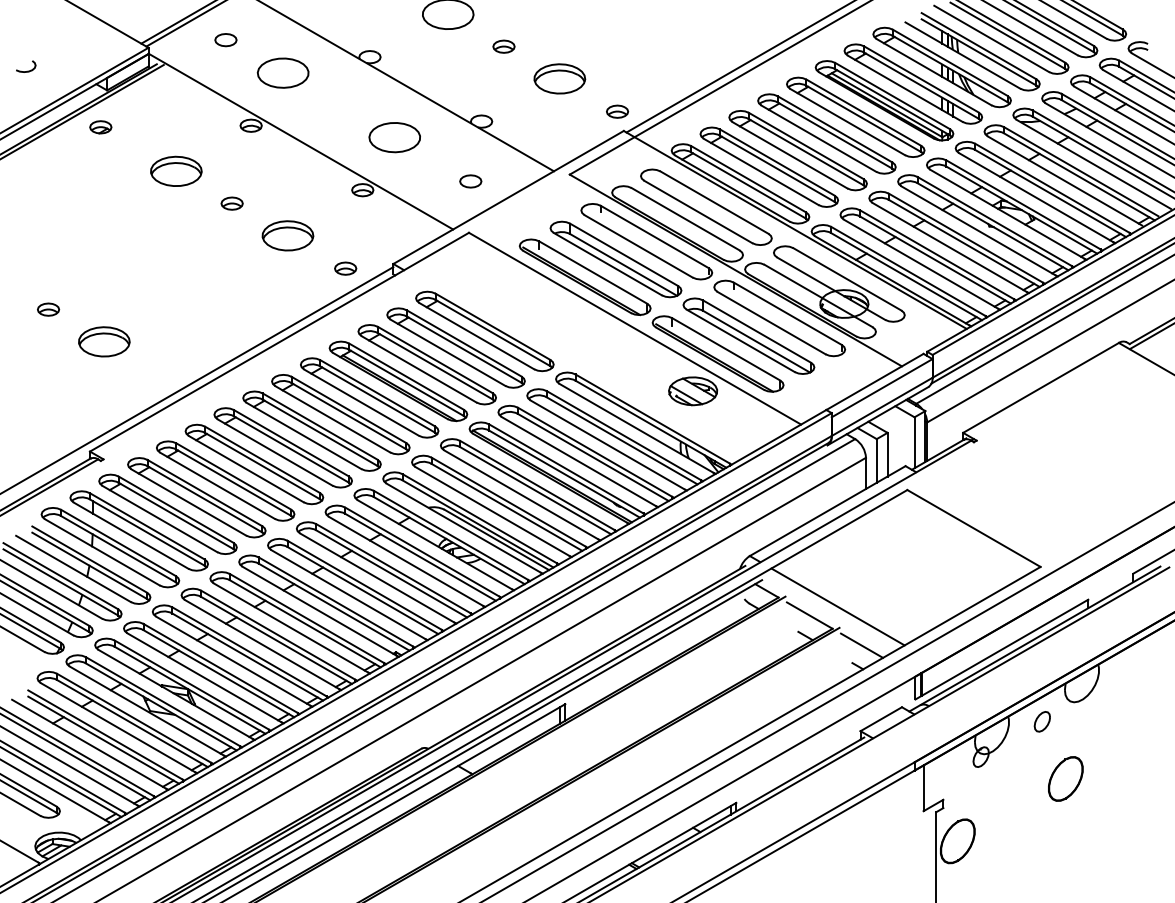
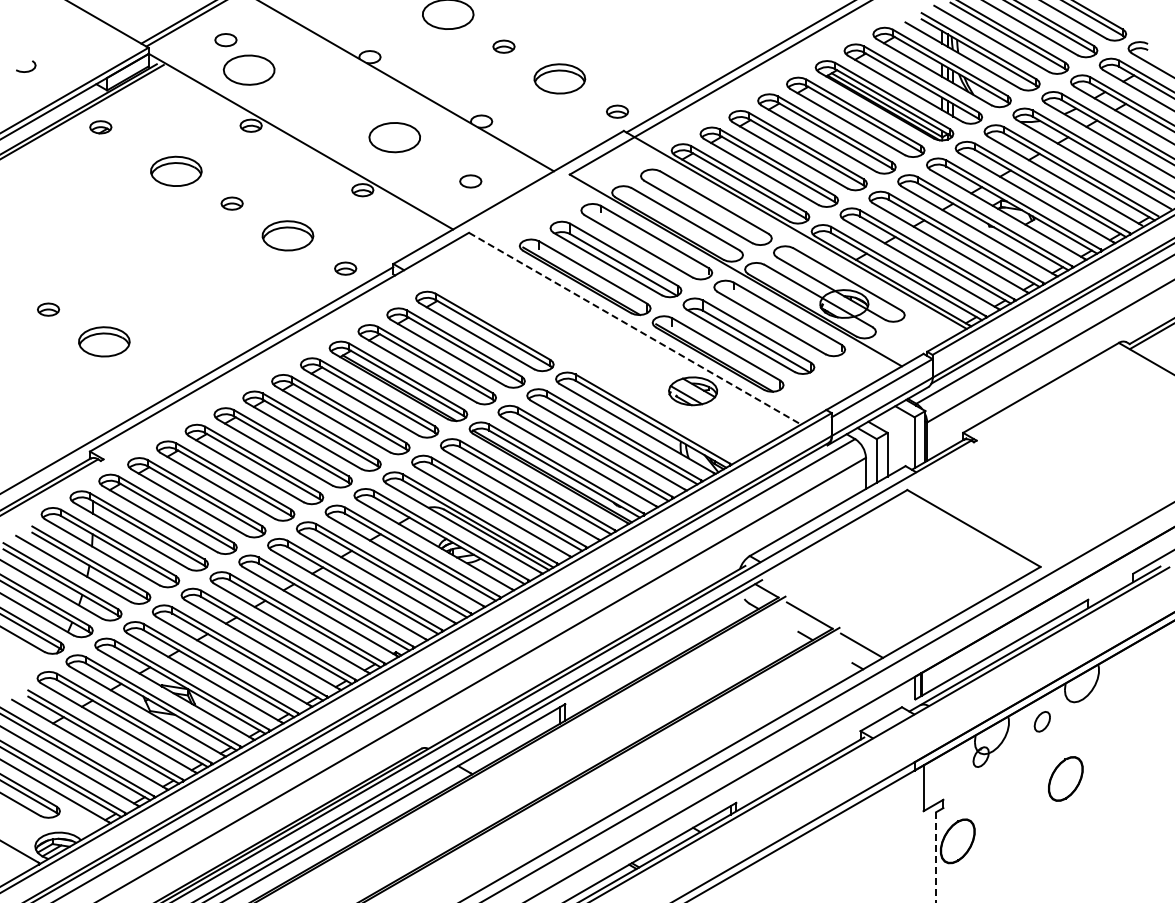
part at (282, 72) position: (282, 72) -> (248, 69)
line at (635, 328): solid -> dashed
line at (837, 606): present -> none
line at (936, 857): solid -> dashed
